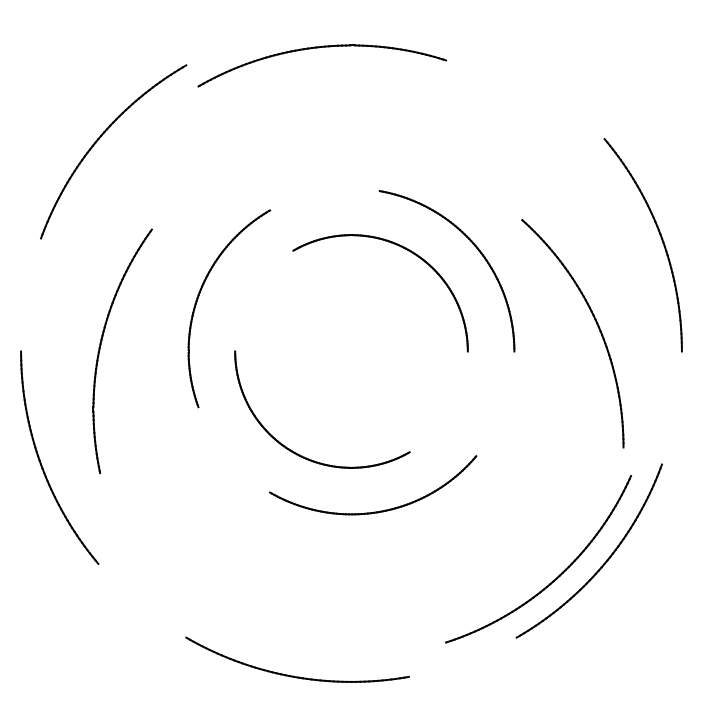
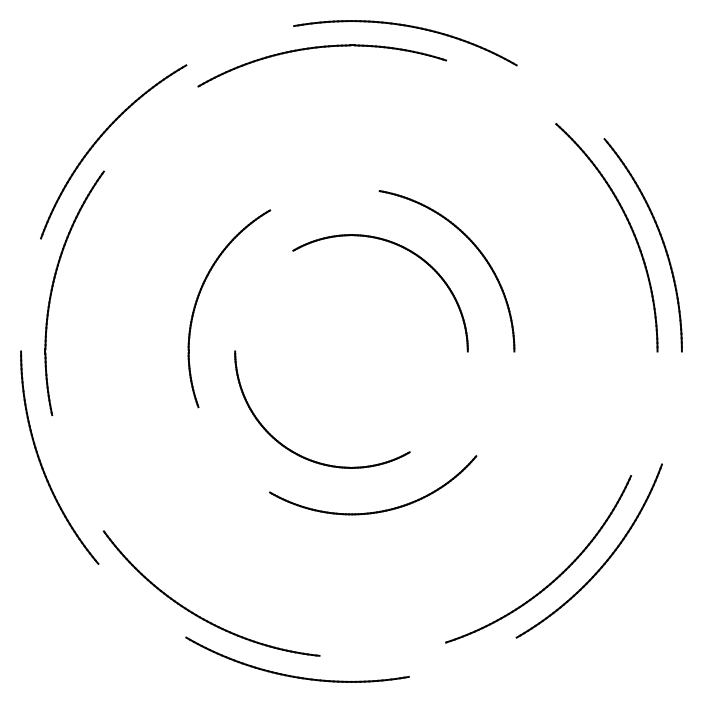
part at (409, 27): none -> present
part at (595, 322) position: (595, 322) -> (629, 226)
part at (101, 345) position: (101, 345) -> (53, 287)
part at (197, 614): none -> present
